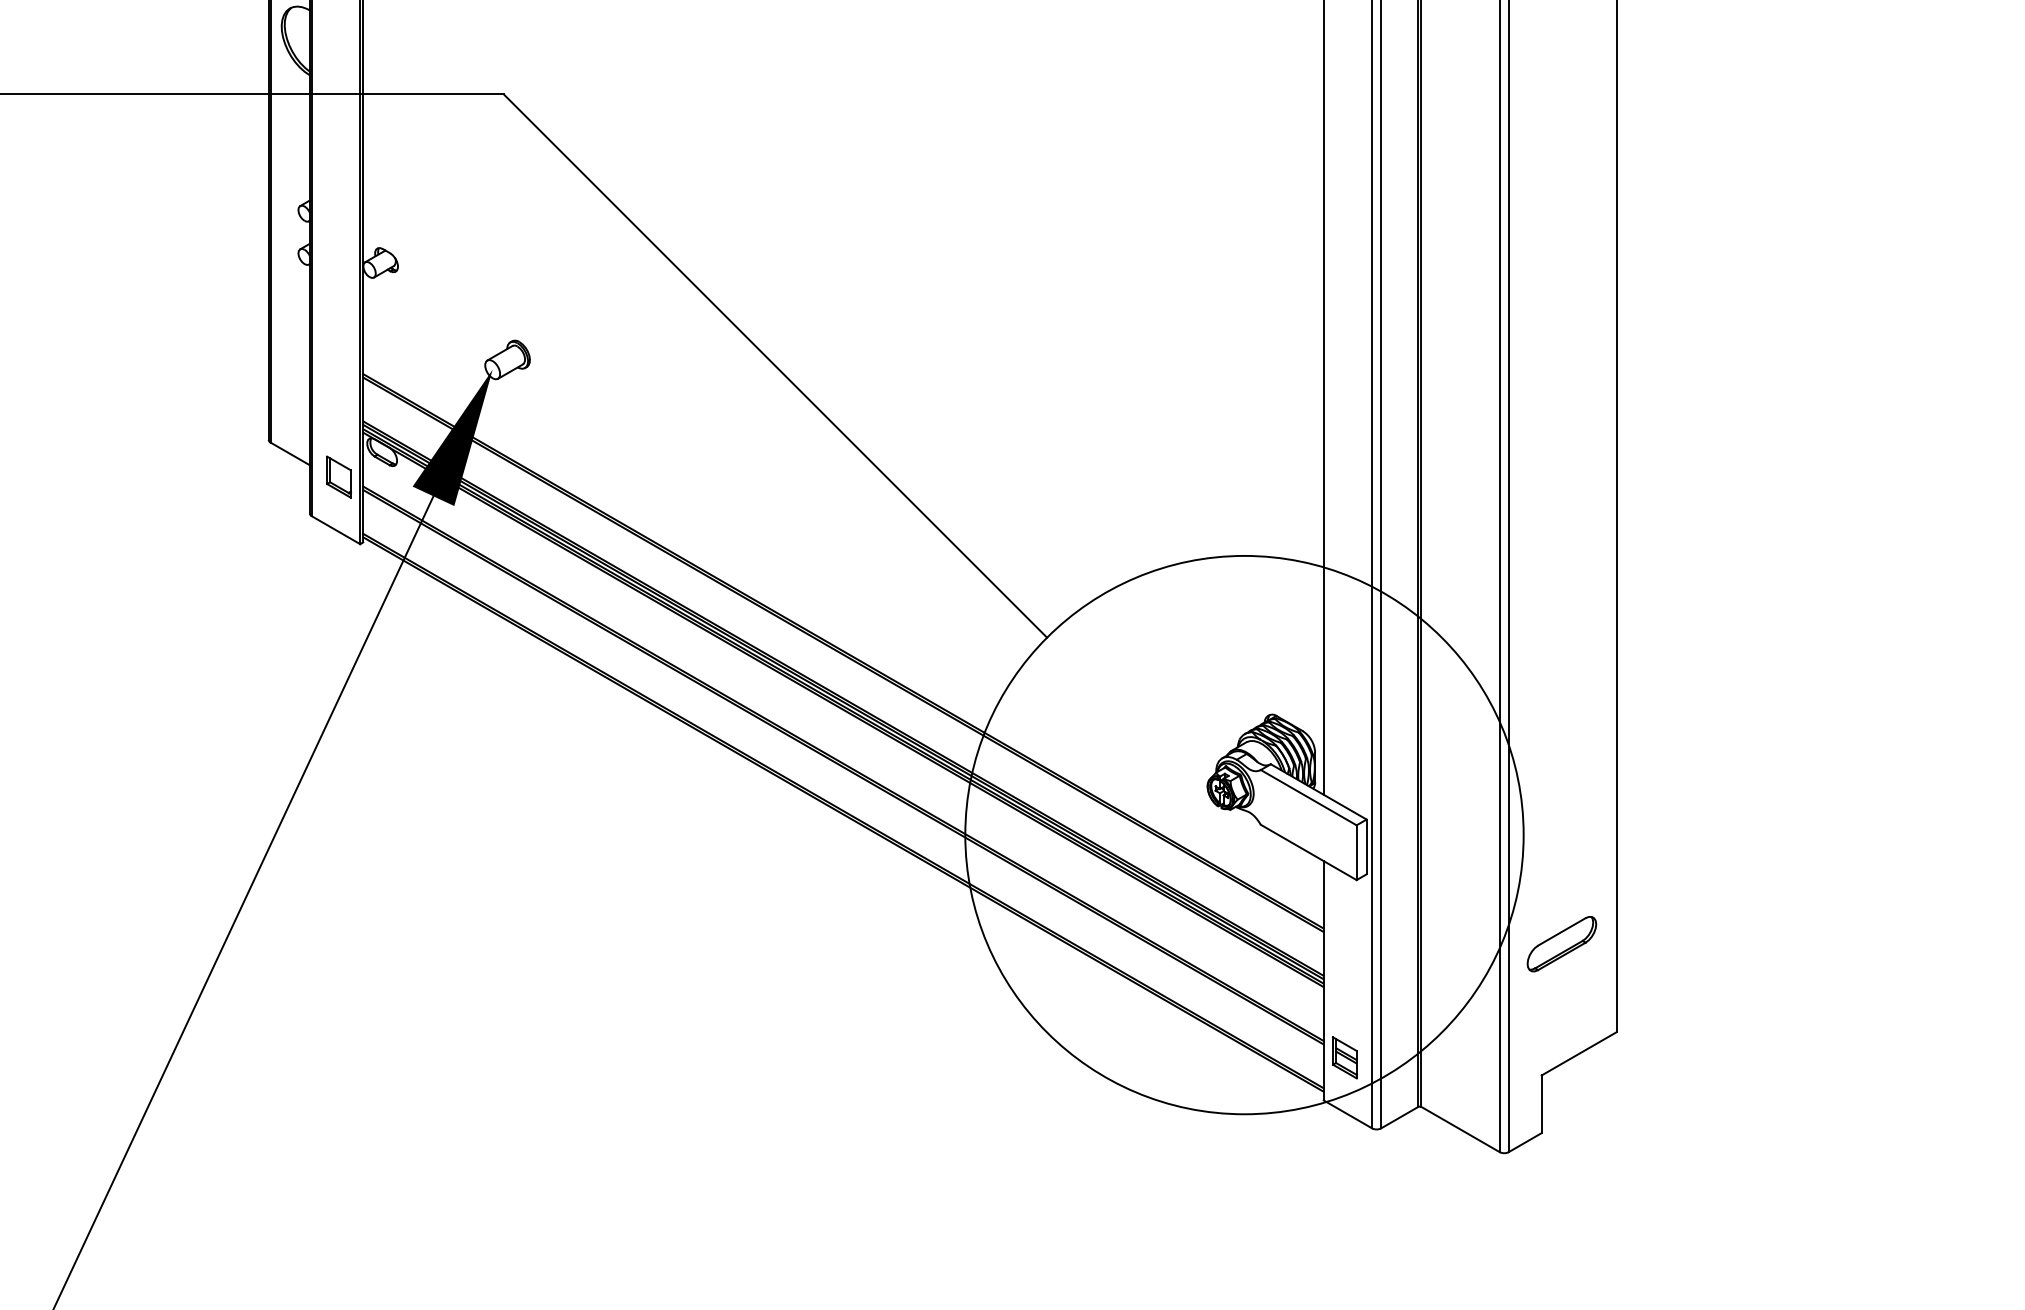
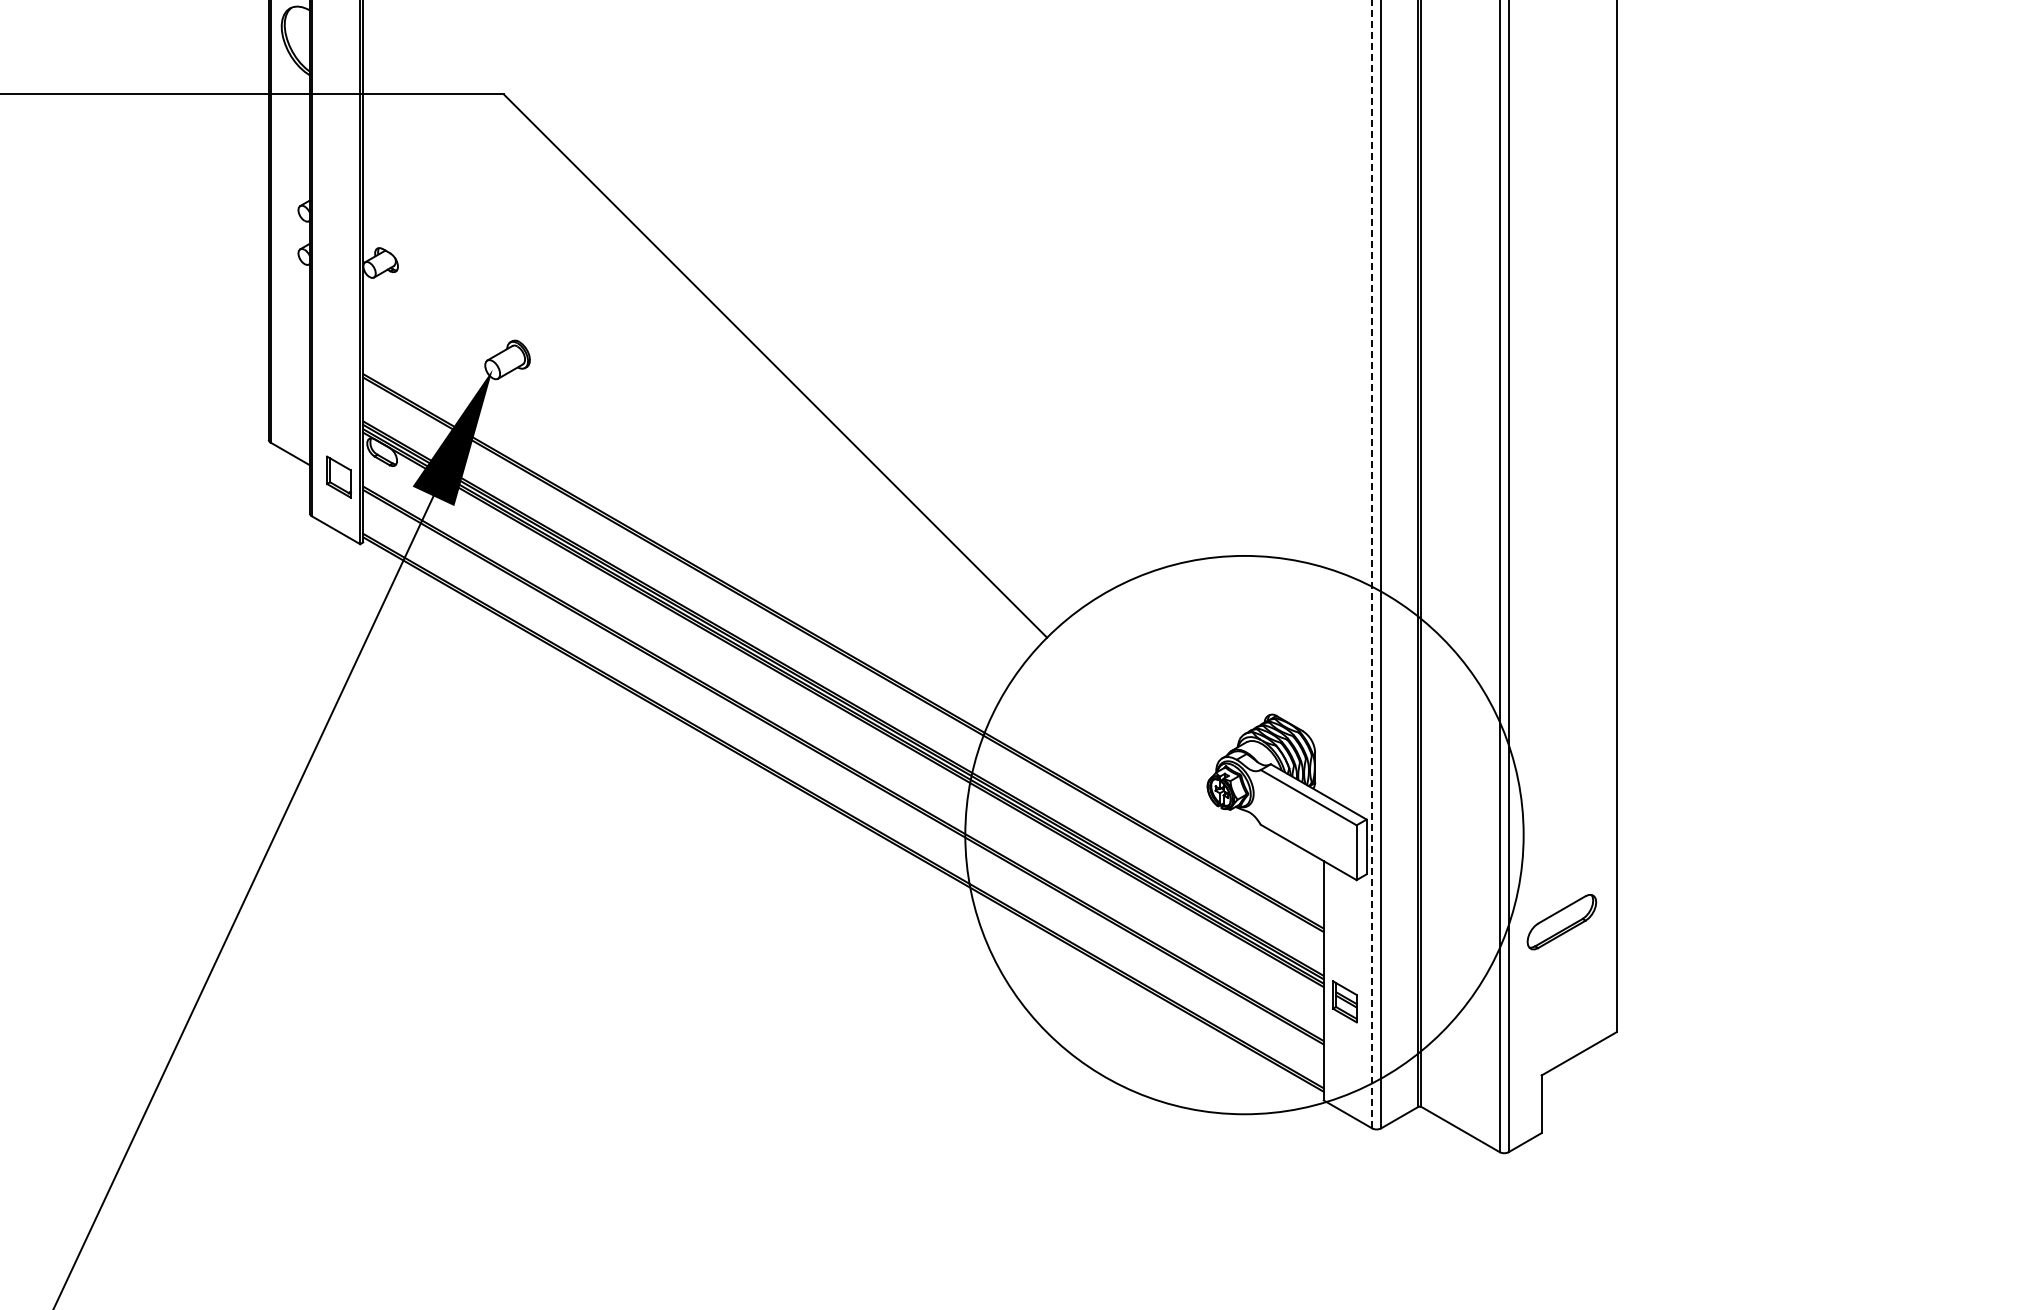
line at (1323, 398): present -> none
line at (1372, 564): solid -> dashed
part at (1561, 944) position: (1561, 944) -> (1561, 922)
part at (1344, 1057) position: (1344, 1057) -> (1344, 1001)
